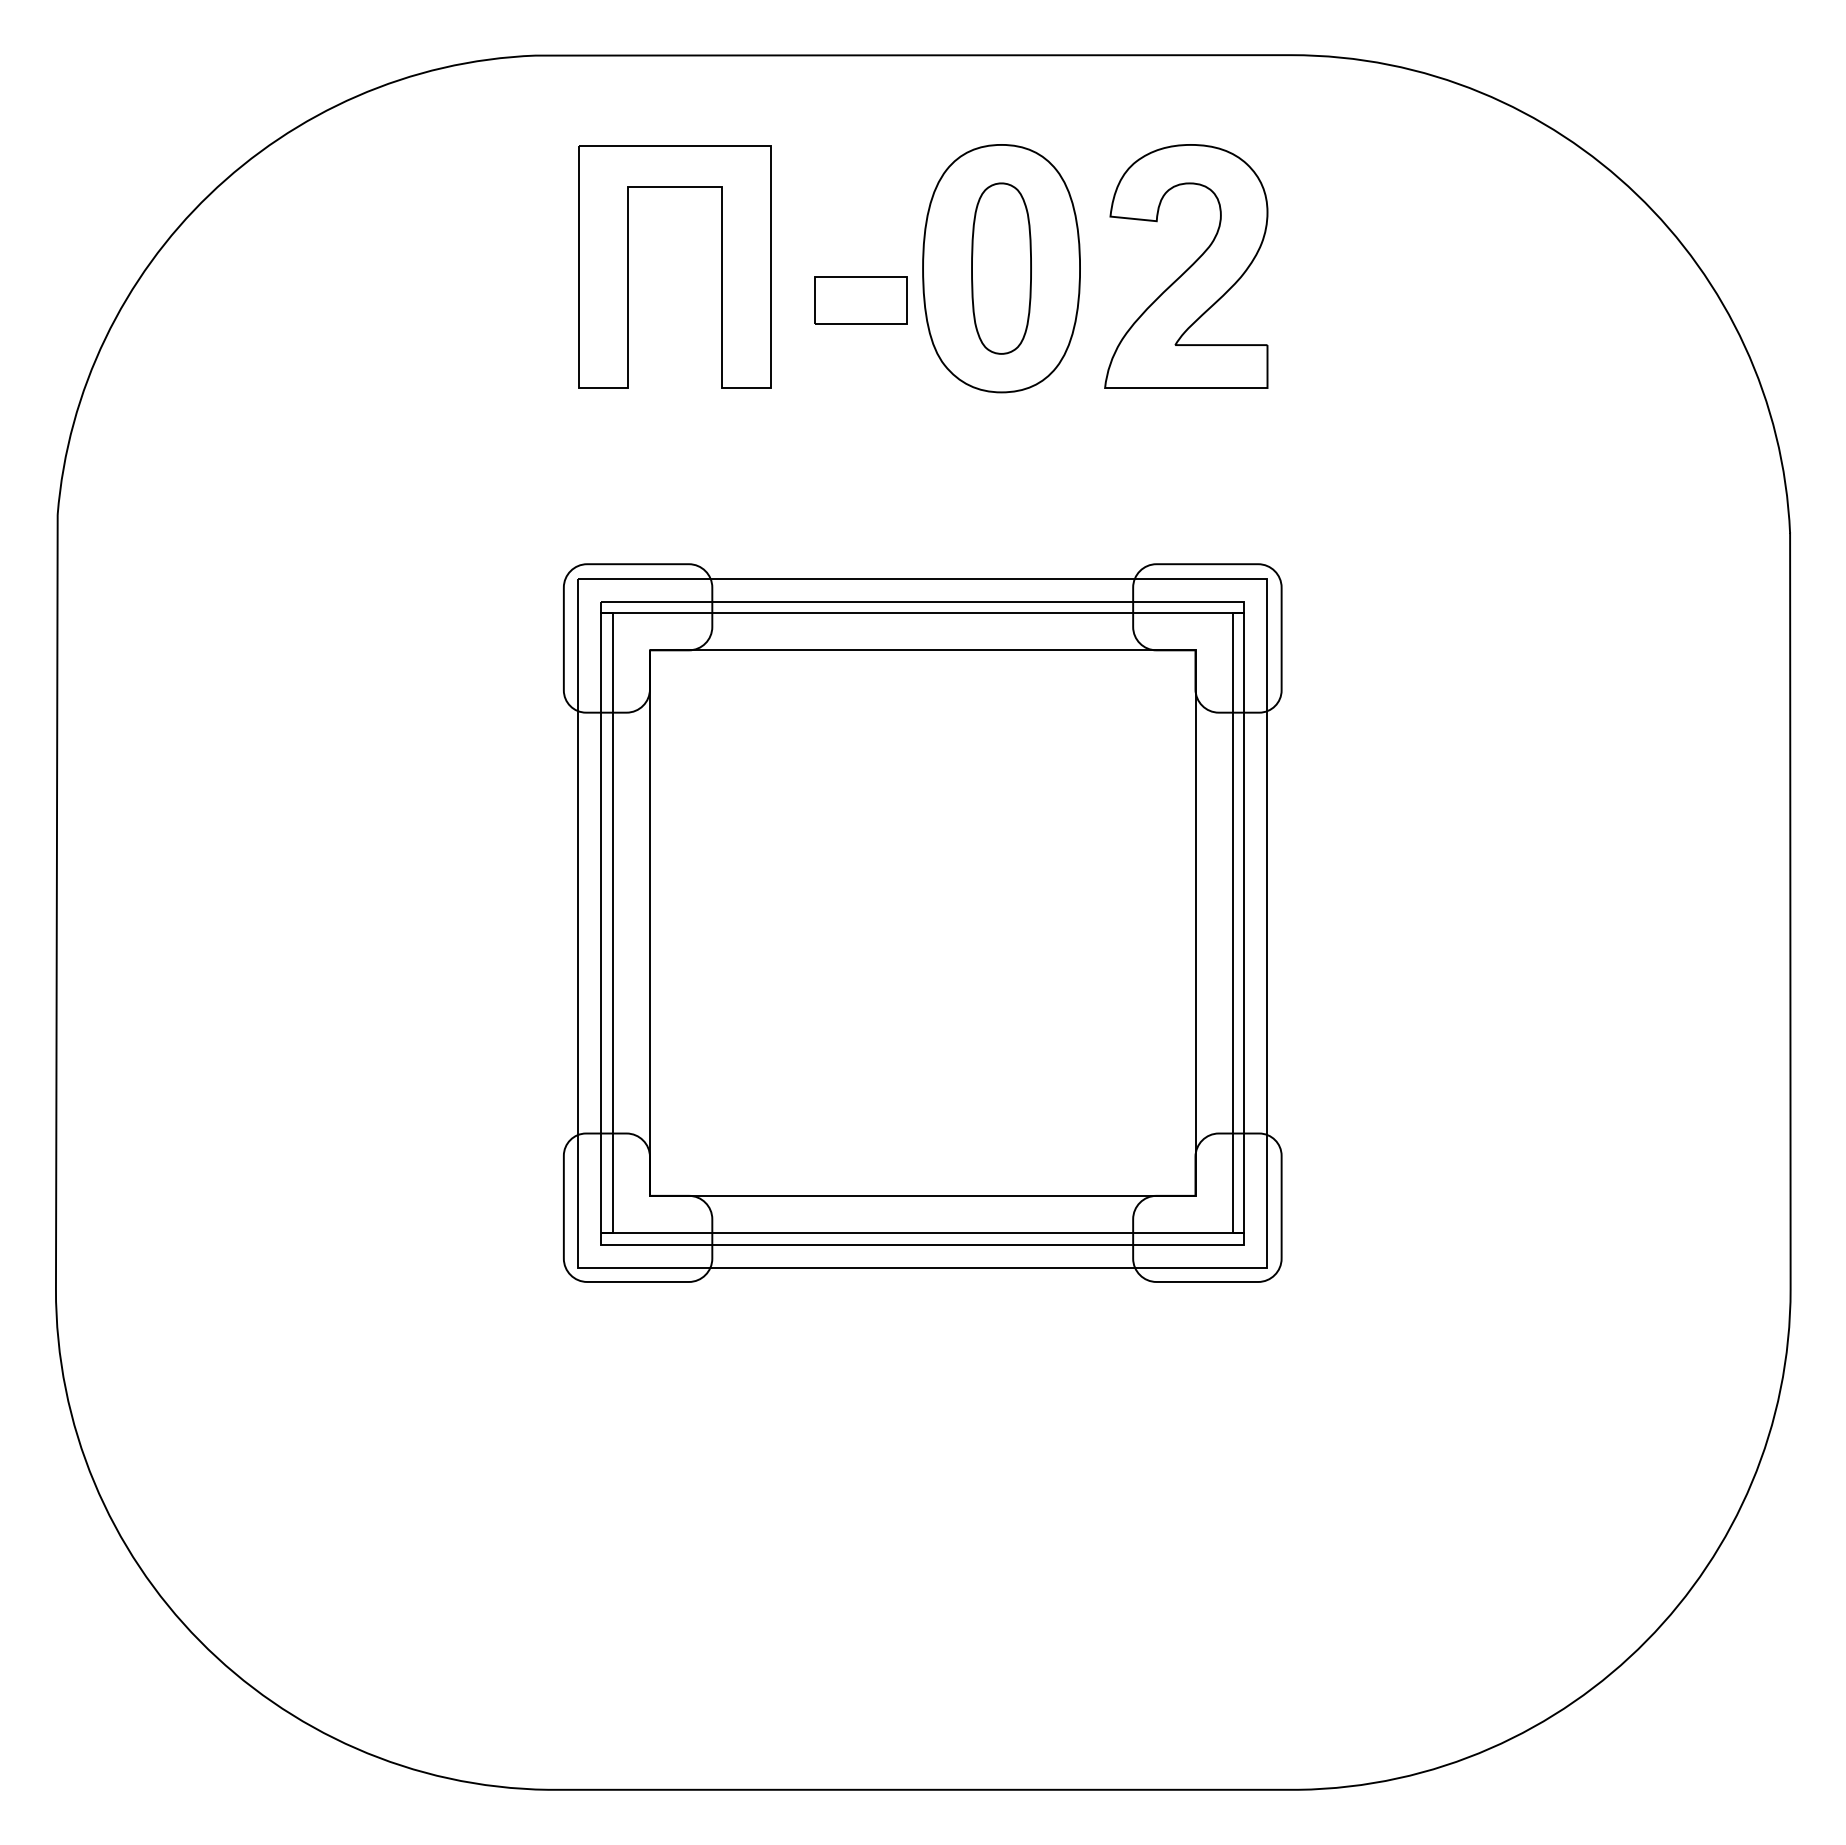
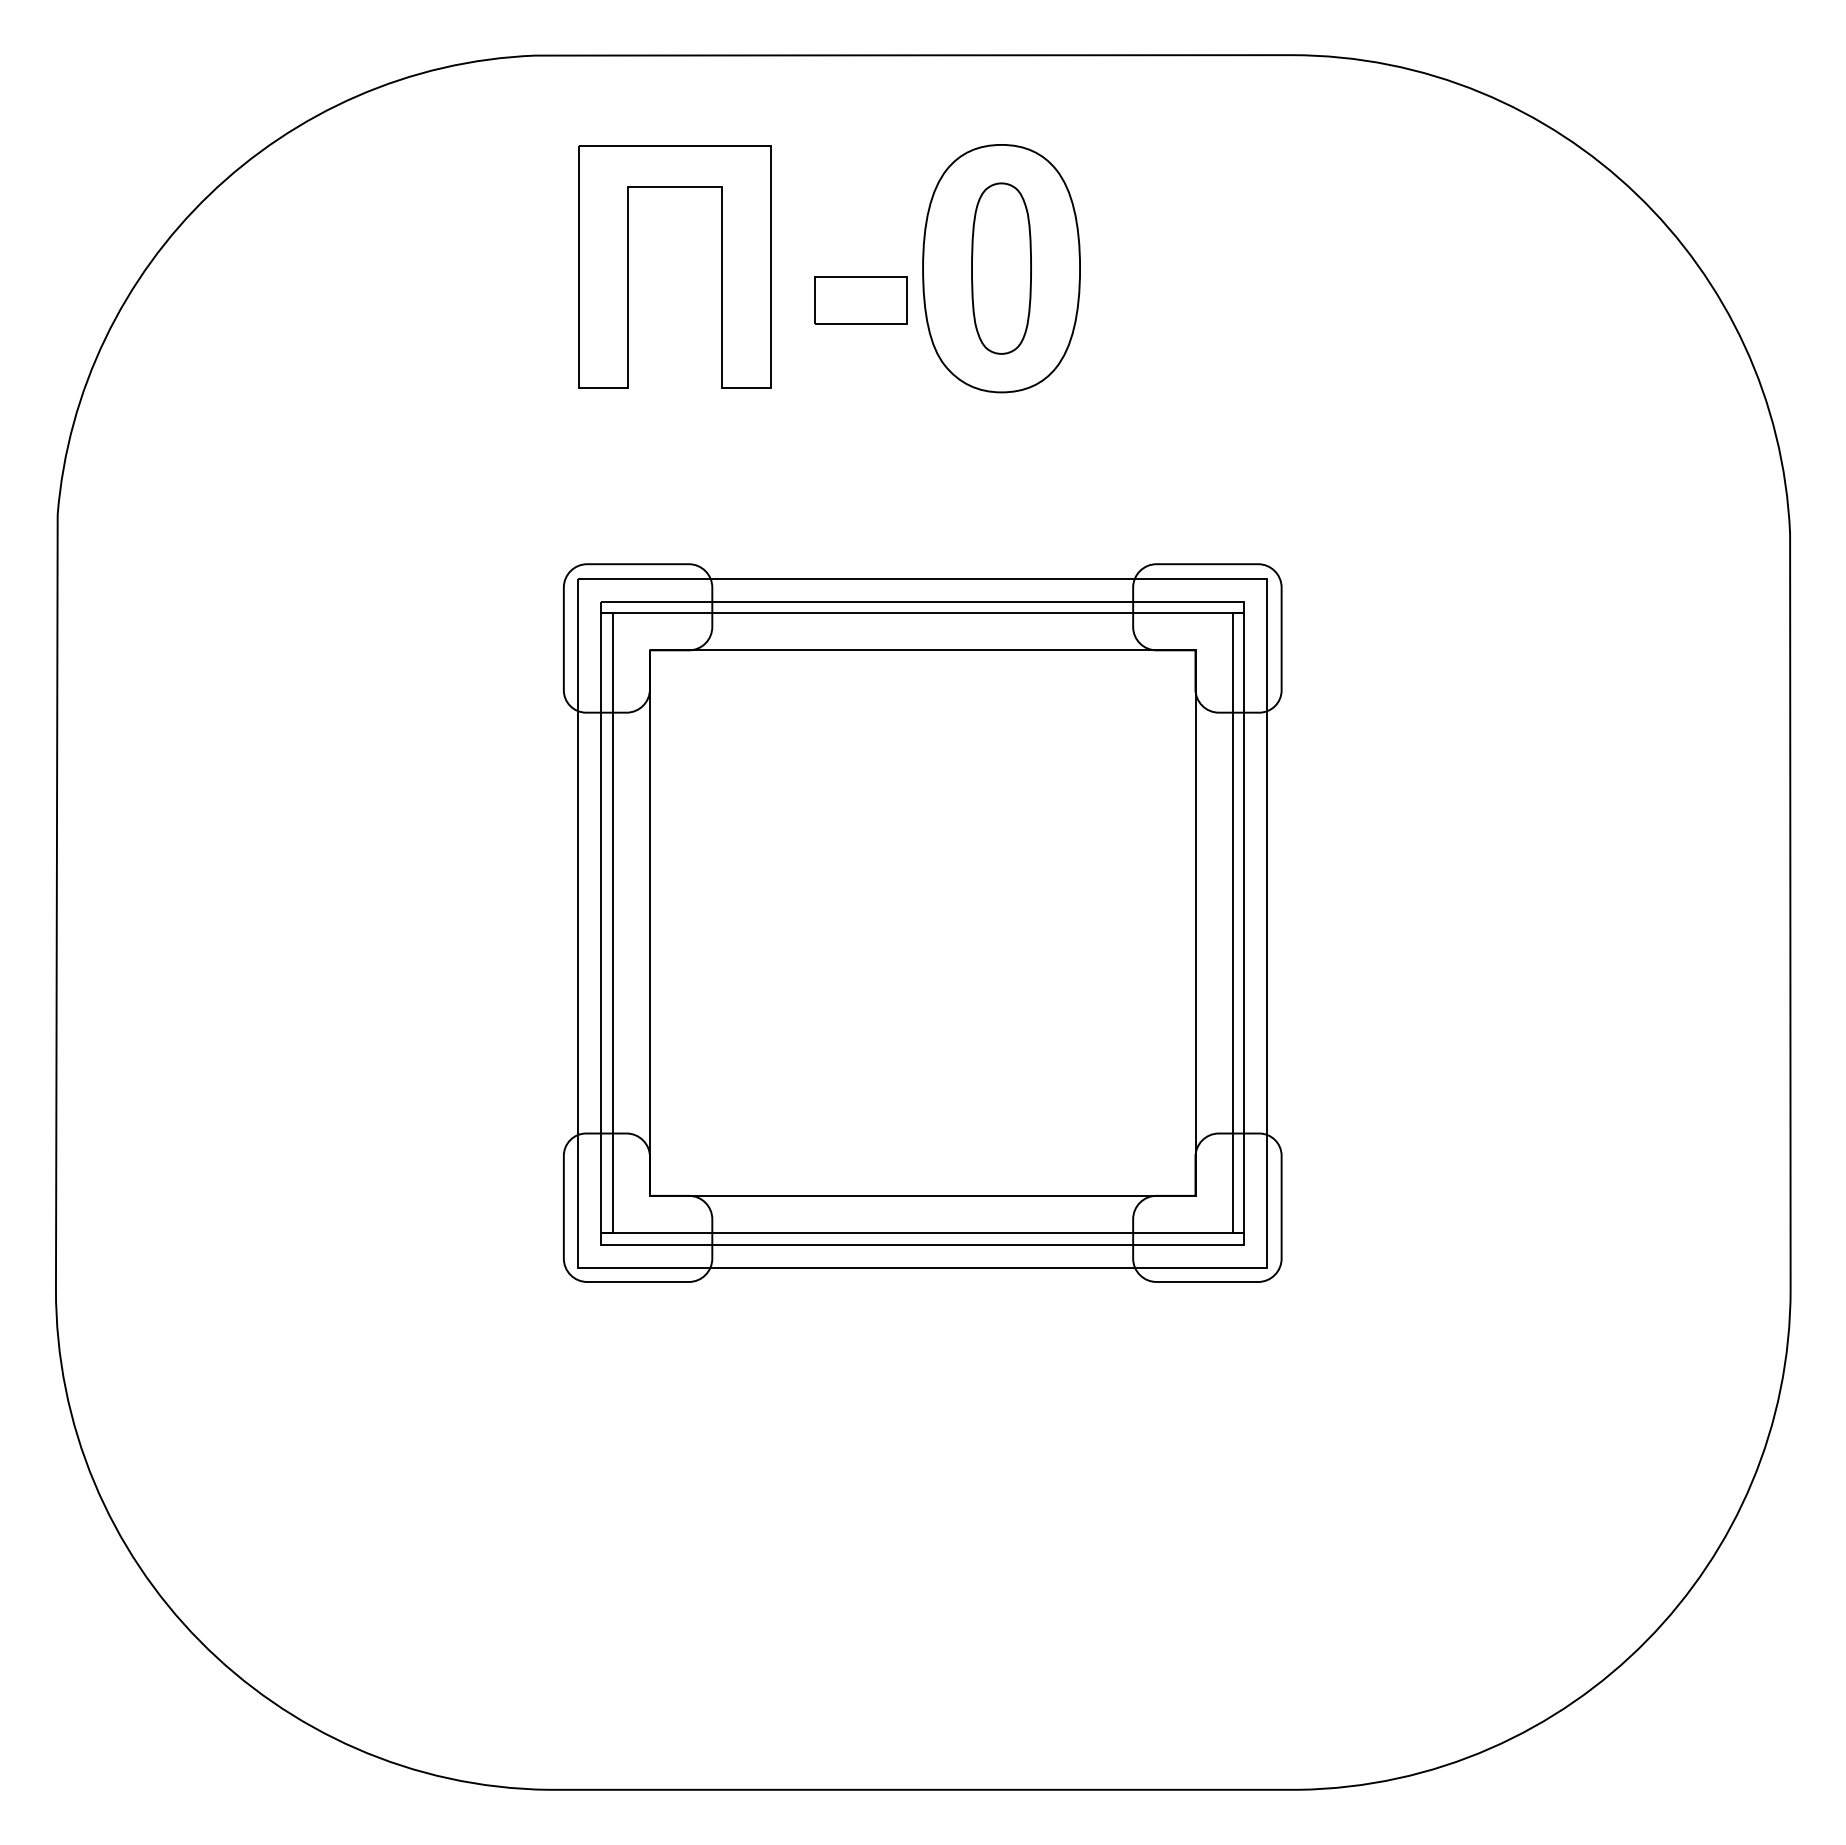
part at (1186, 266): present -> none
